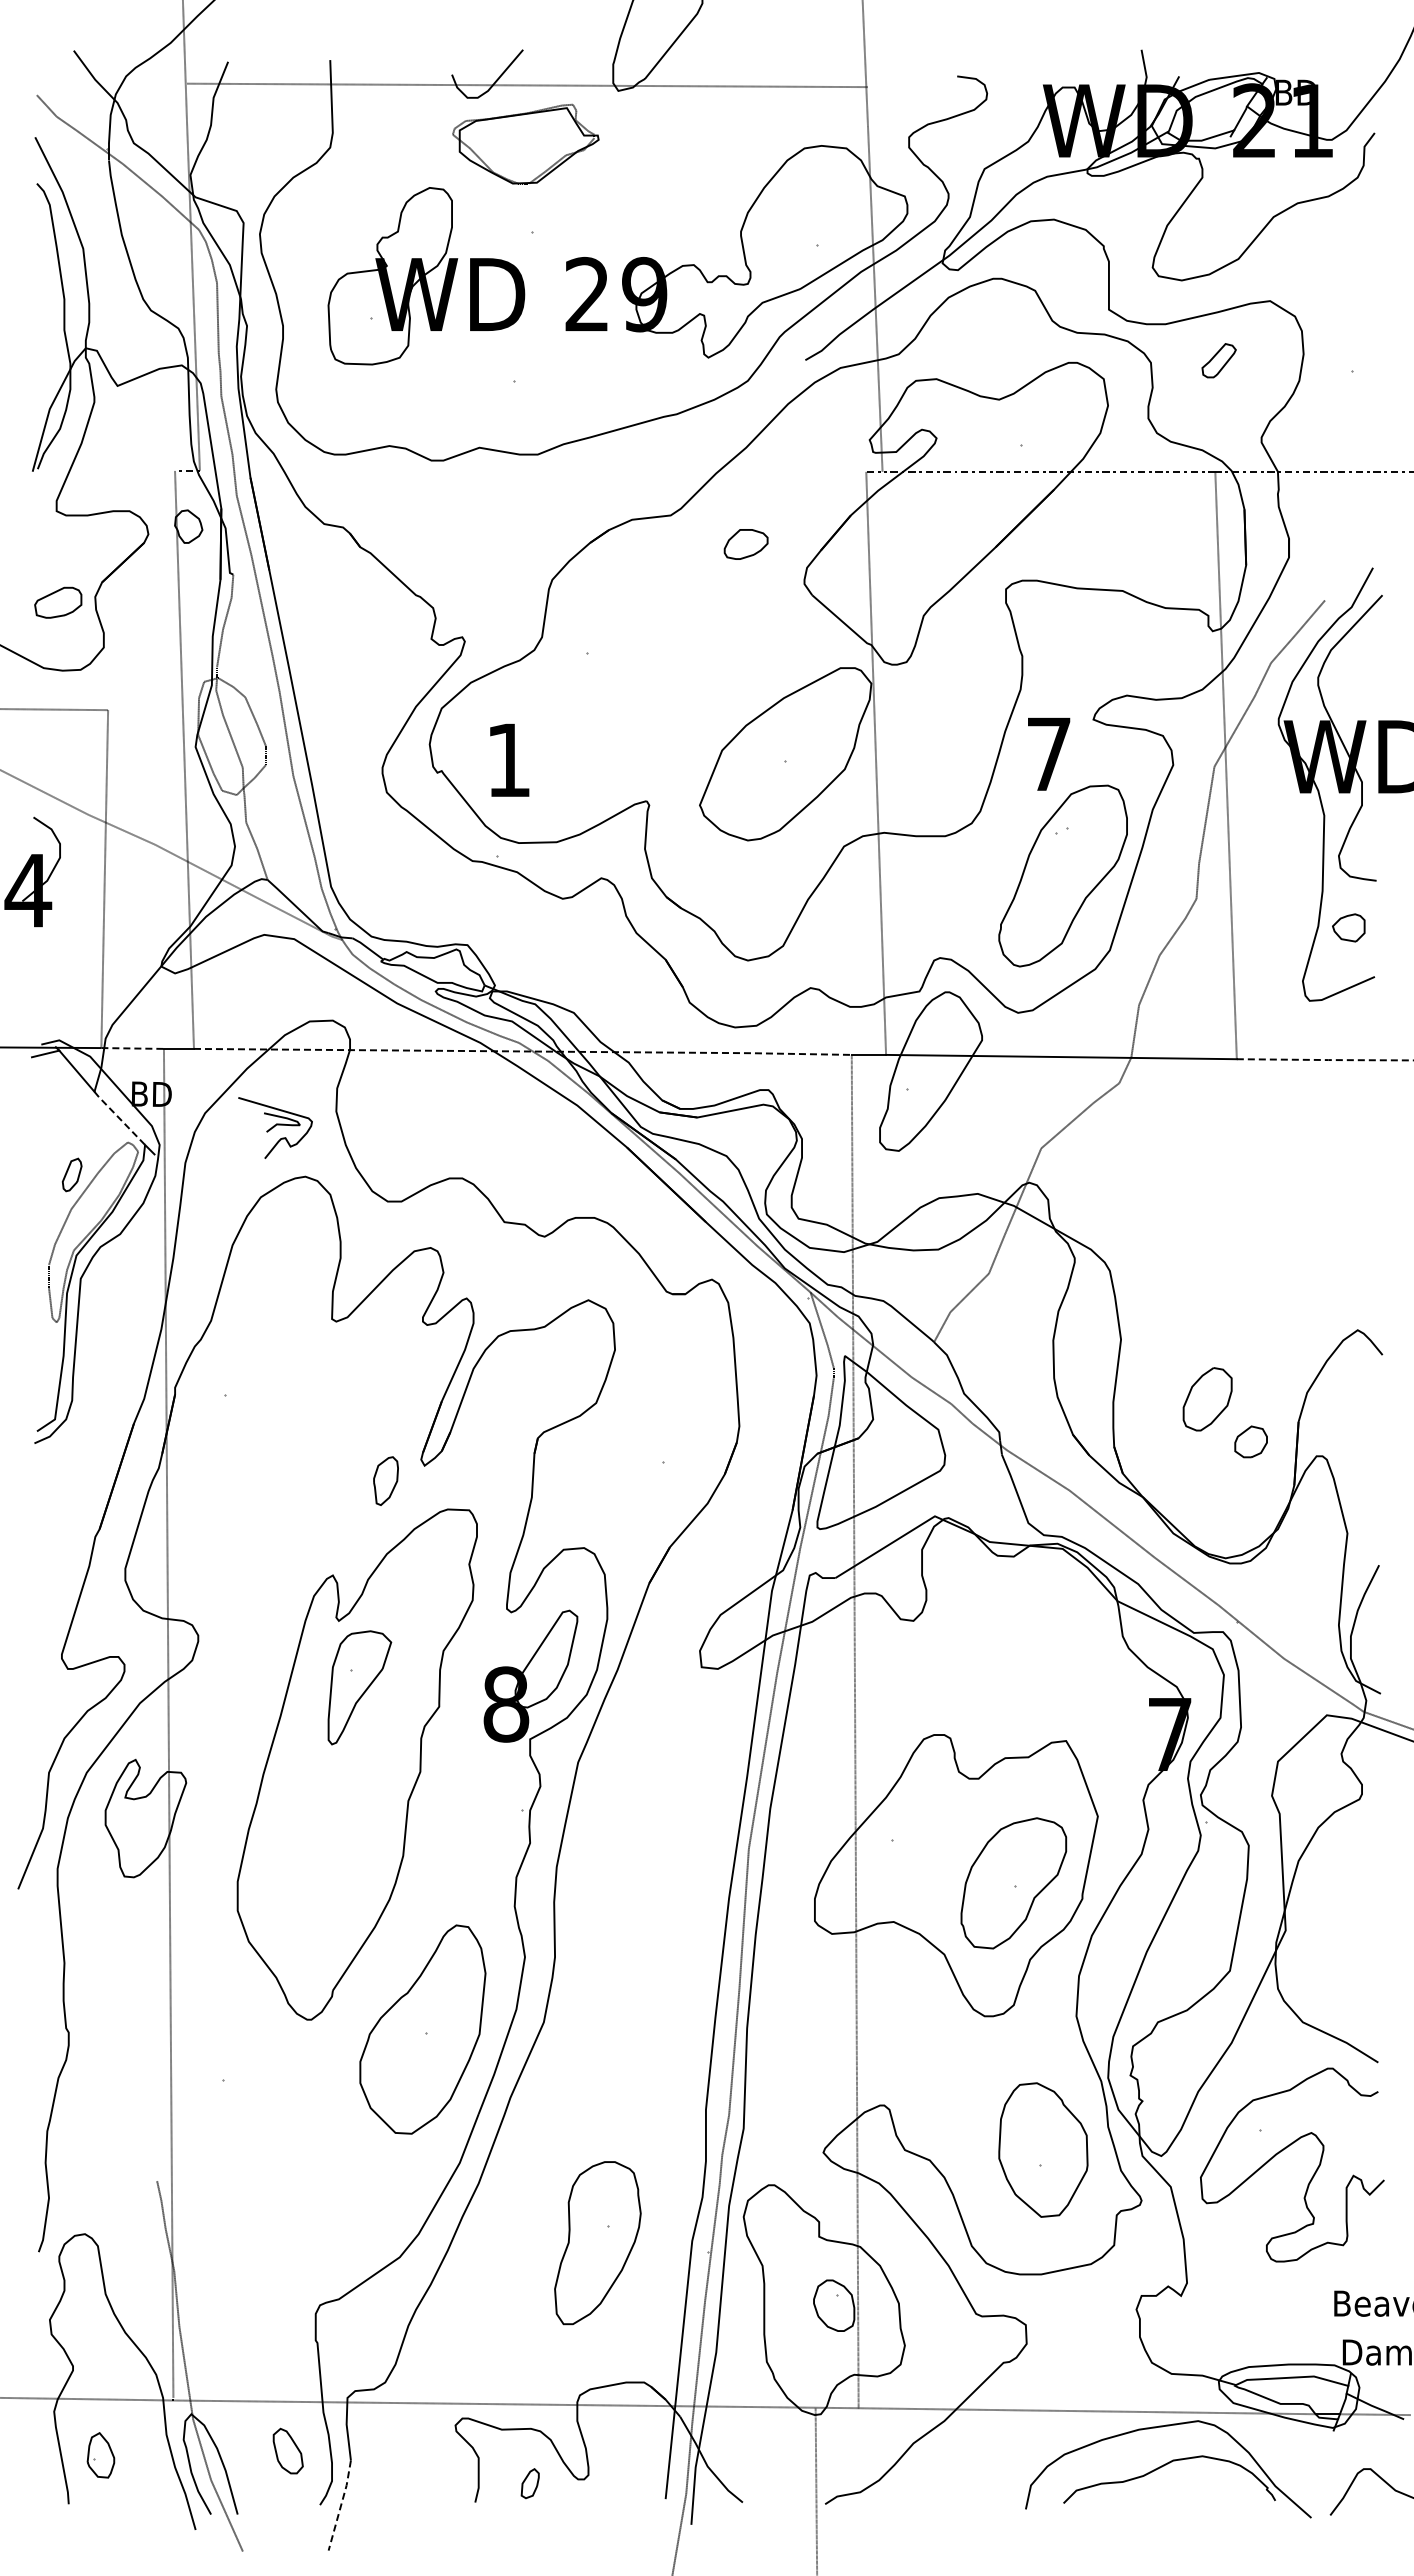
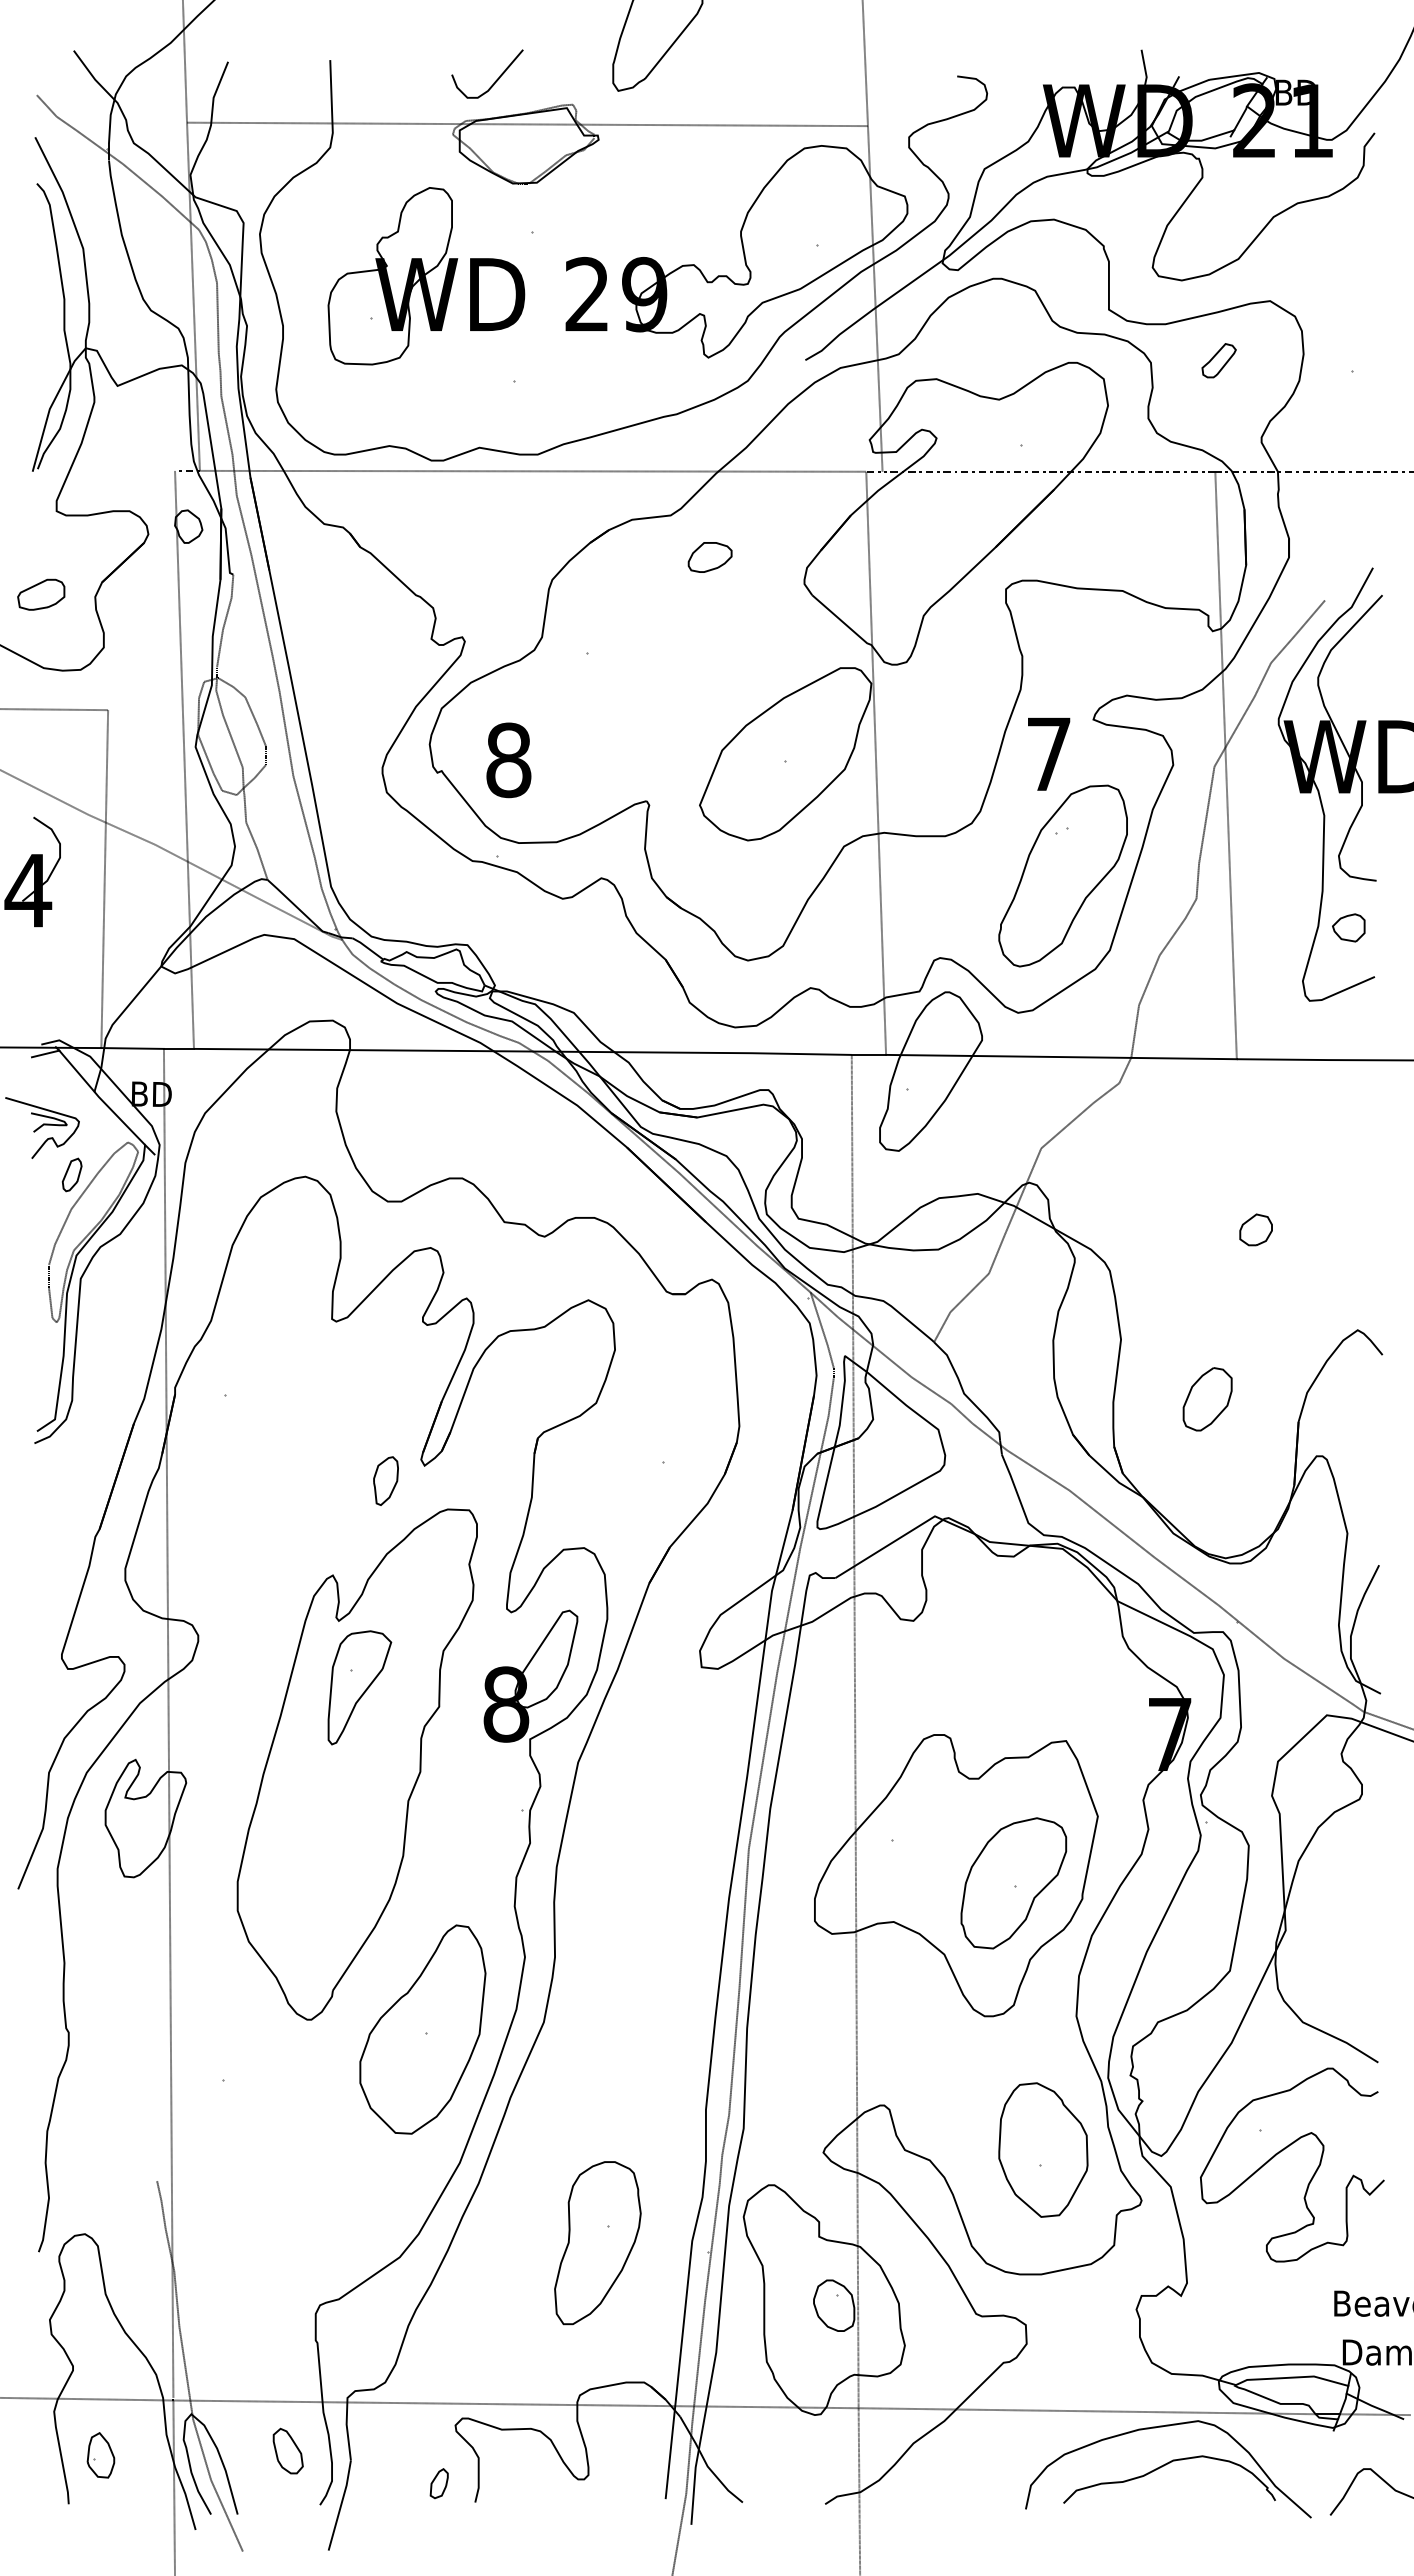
line at (527, 85) position: (527, 85) -> (527, 124)
line at (532, 470): none -> present
part at (745, 544) position: (745, 544) -> (709, 557)
part at (58, 602) position: (58, 602) -> (41, 594)
text at (508, 760): 1 -> 8
line at (133, 1048): dashed -> solid
line at (523, 1051): dashed -> solid
line at (1325, 1060): dashed -> solid
line at (119, 1118): dashed -> solid
part at (275, 1127) position: (275, 1127) -> (42, 1127)
part at (1250, 1441) position: (1250, 1441) -> (1255, 1229)
part at (529, 2483) position: (529, 2483) -> (438, 2483)
line at (173, 2486): none -> present
line at (816, 2490) position: (816, 2490) -> (859, 2490)
line at (341, 2505): dashed -> solid
